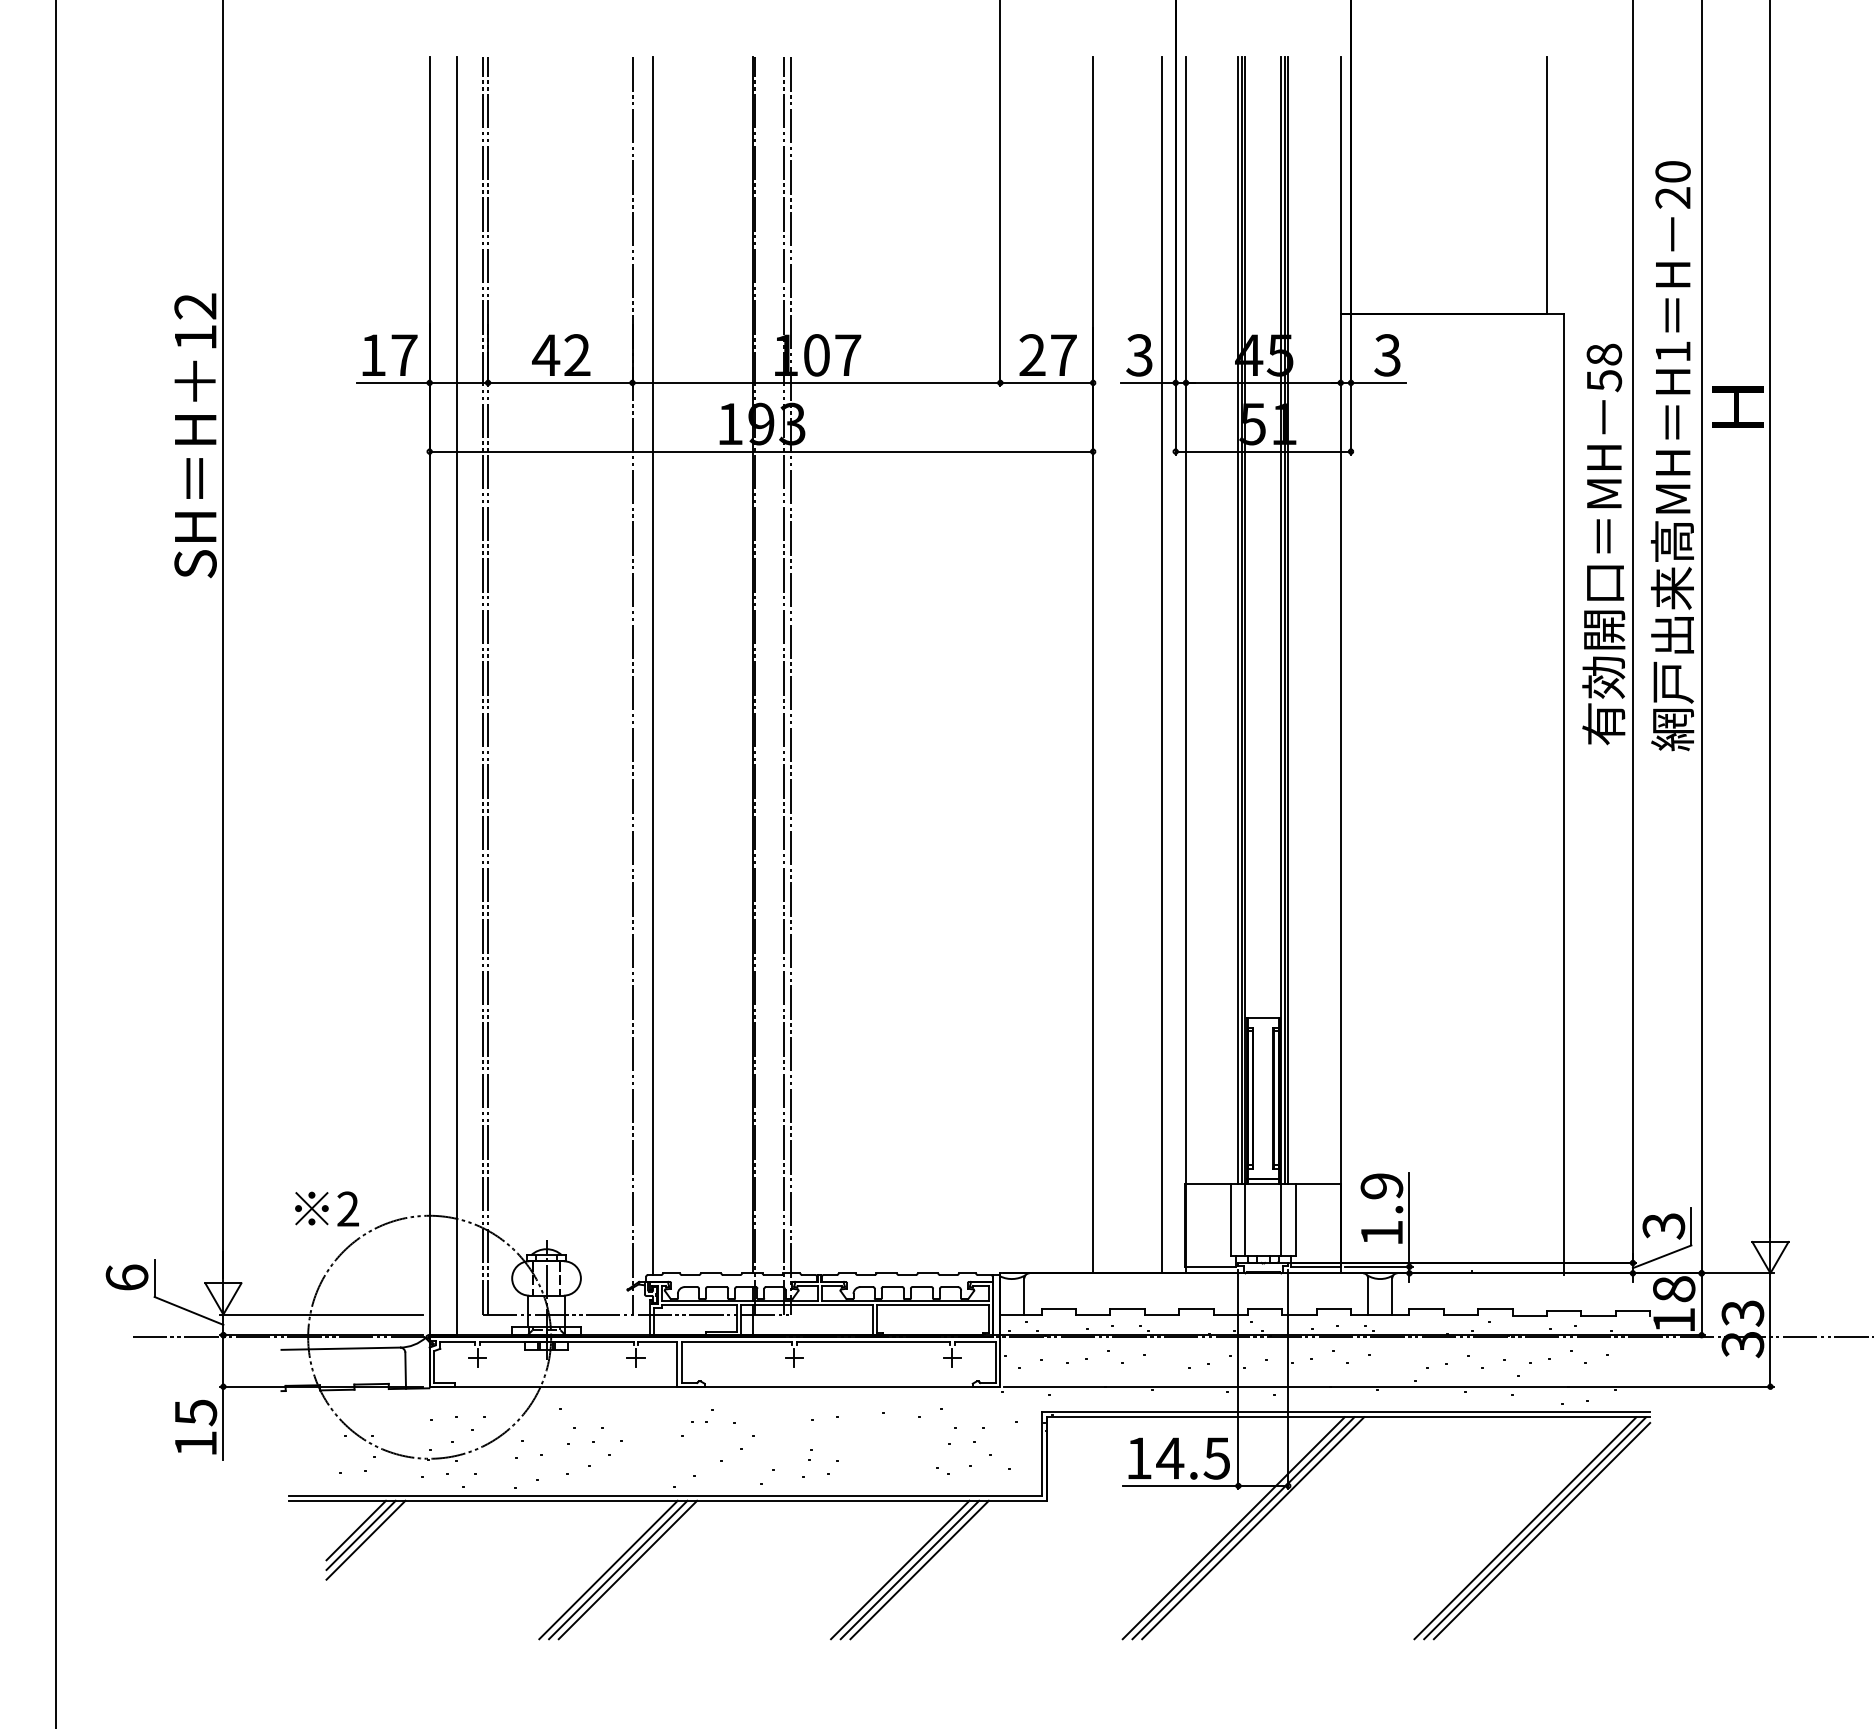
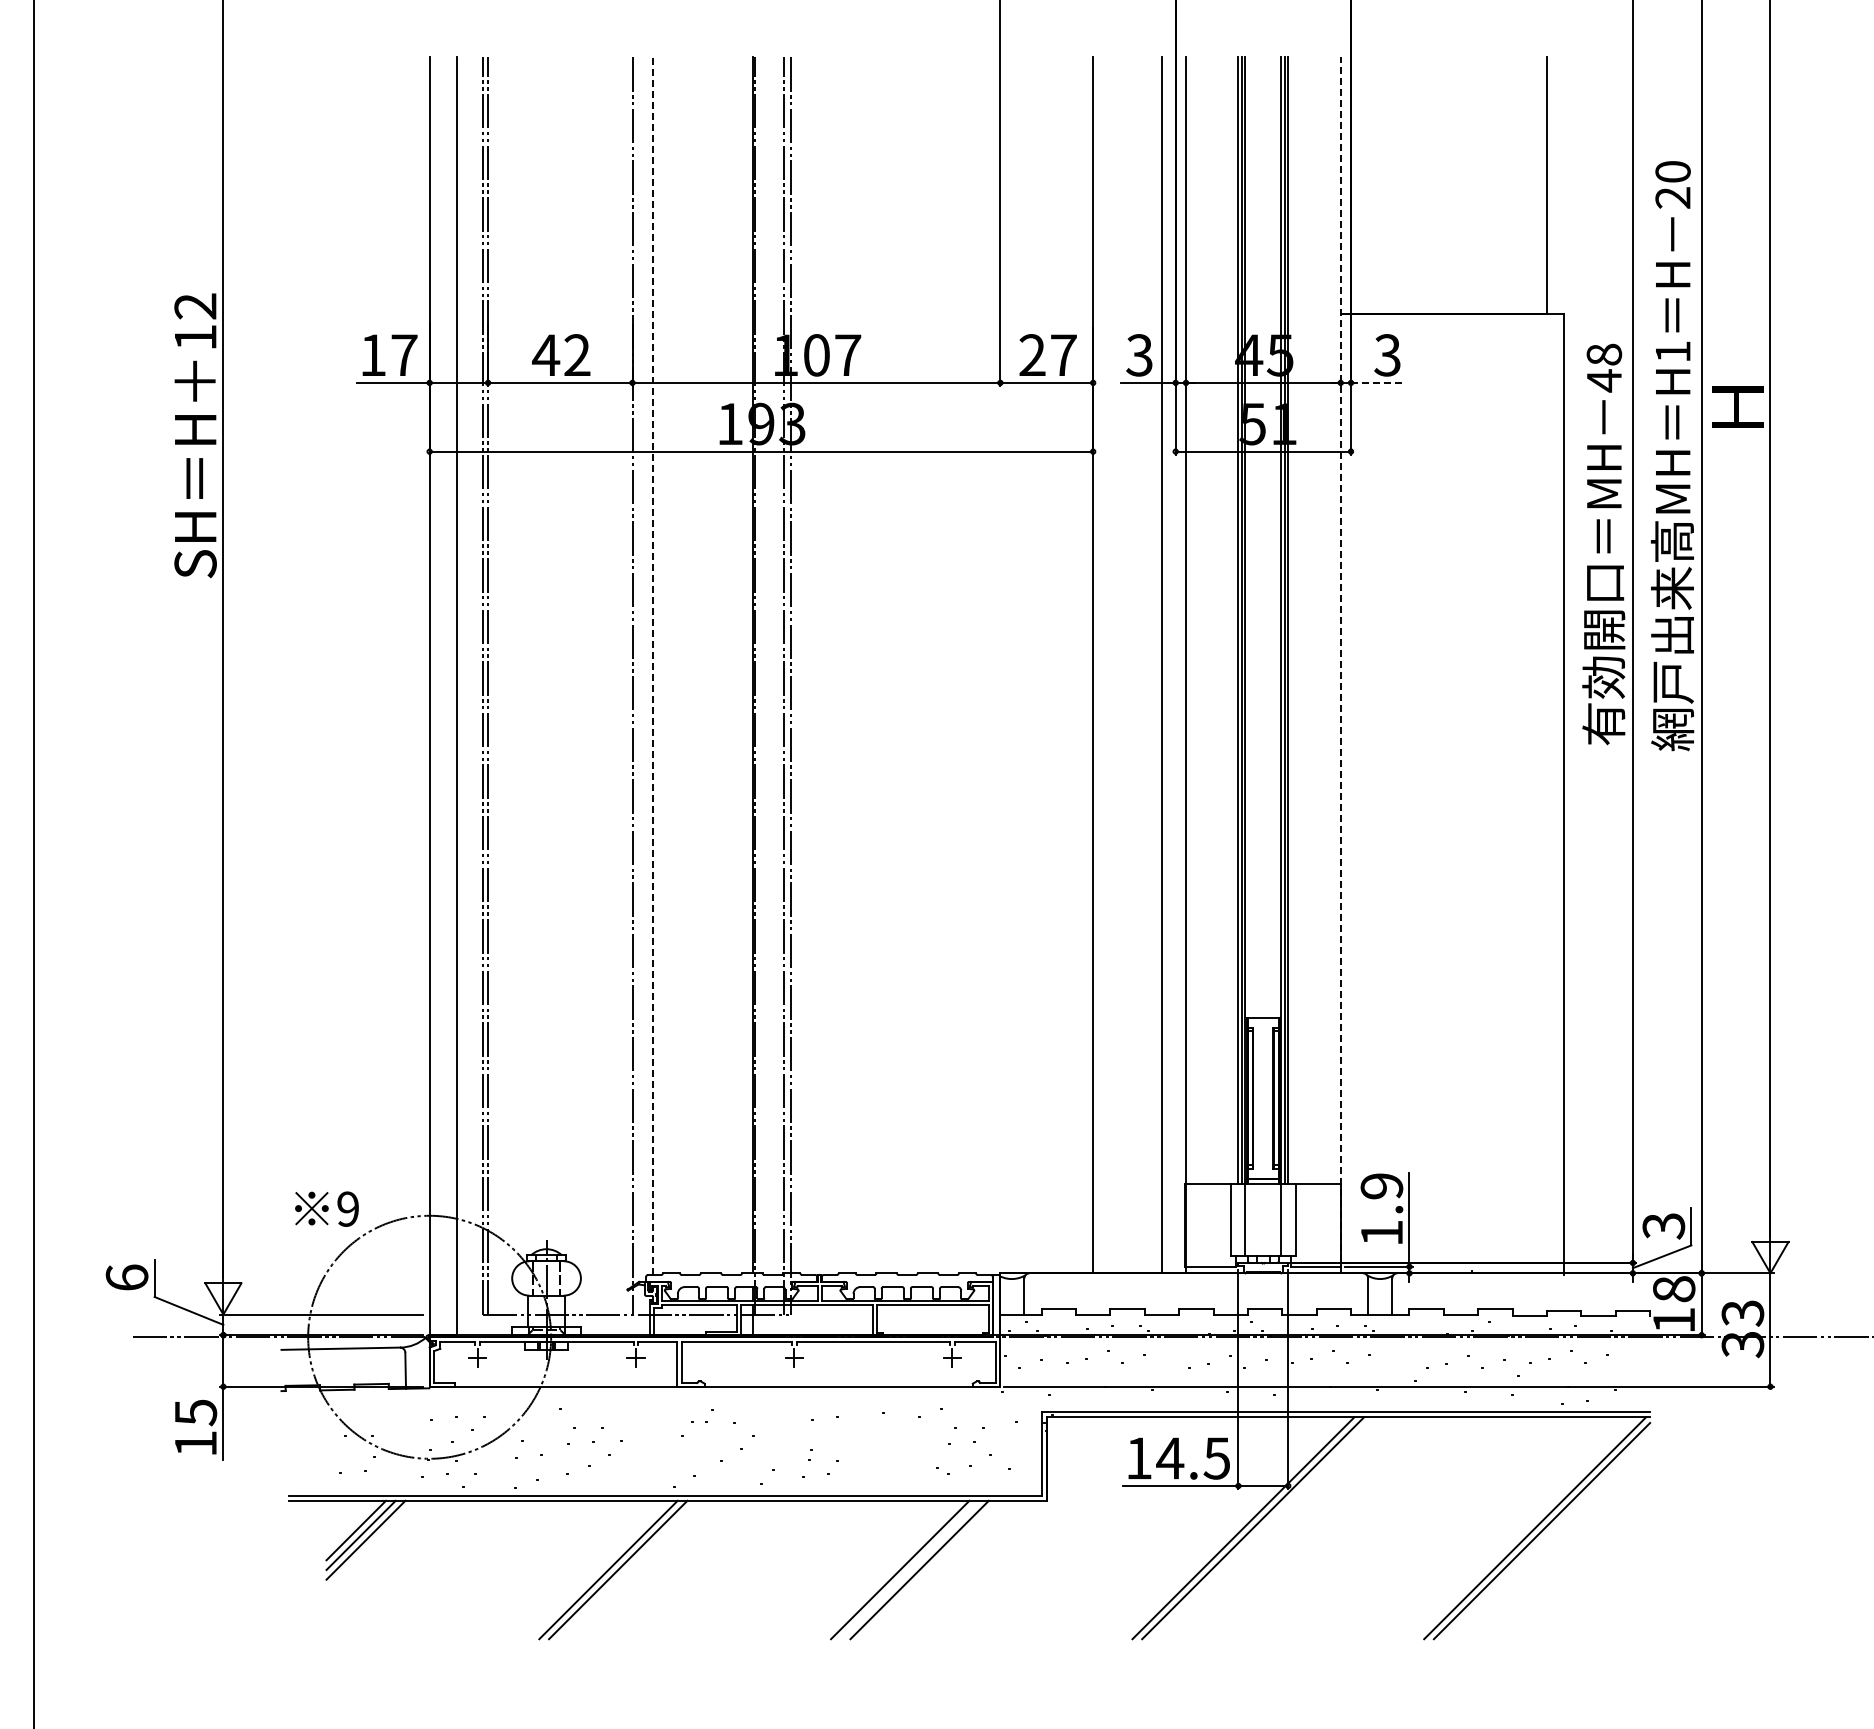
text at (1604, 380): 58 -> 48
line at (1378, 382): solid -> dashed
line at (1340, 664): solid -> dashed
line at (653, 666): solid -> dashed
line at (56, 863) position: (56, 863) -> (34, 863)
text at (347, 1209): 2 -> 9
line at (1233, 1528): present -> none
line at (1525, 1528): present -> none
line at (627, 1569): present -> none
line at (909, 1569): present -> none
